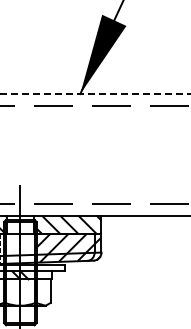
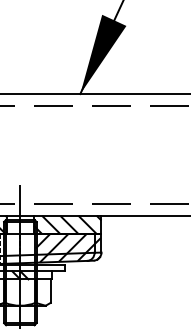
line at (95, 94): dashed -> solid
